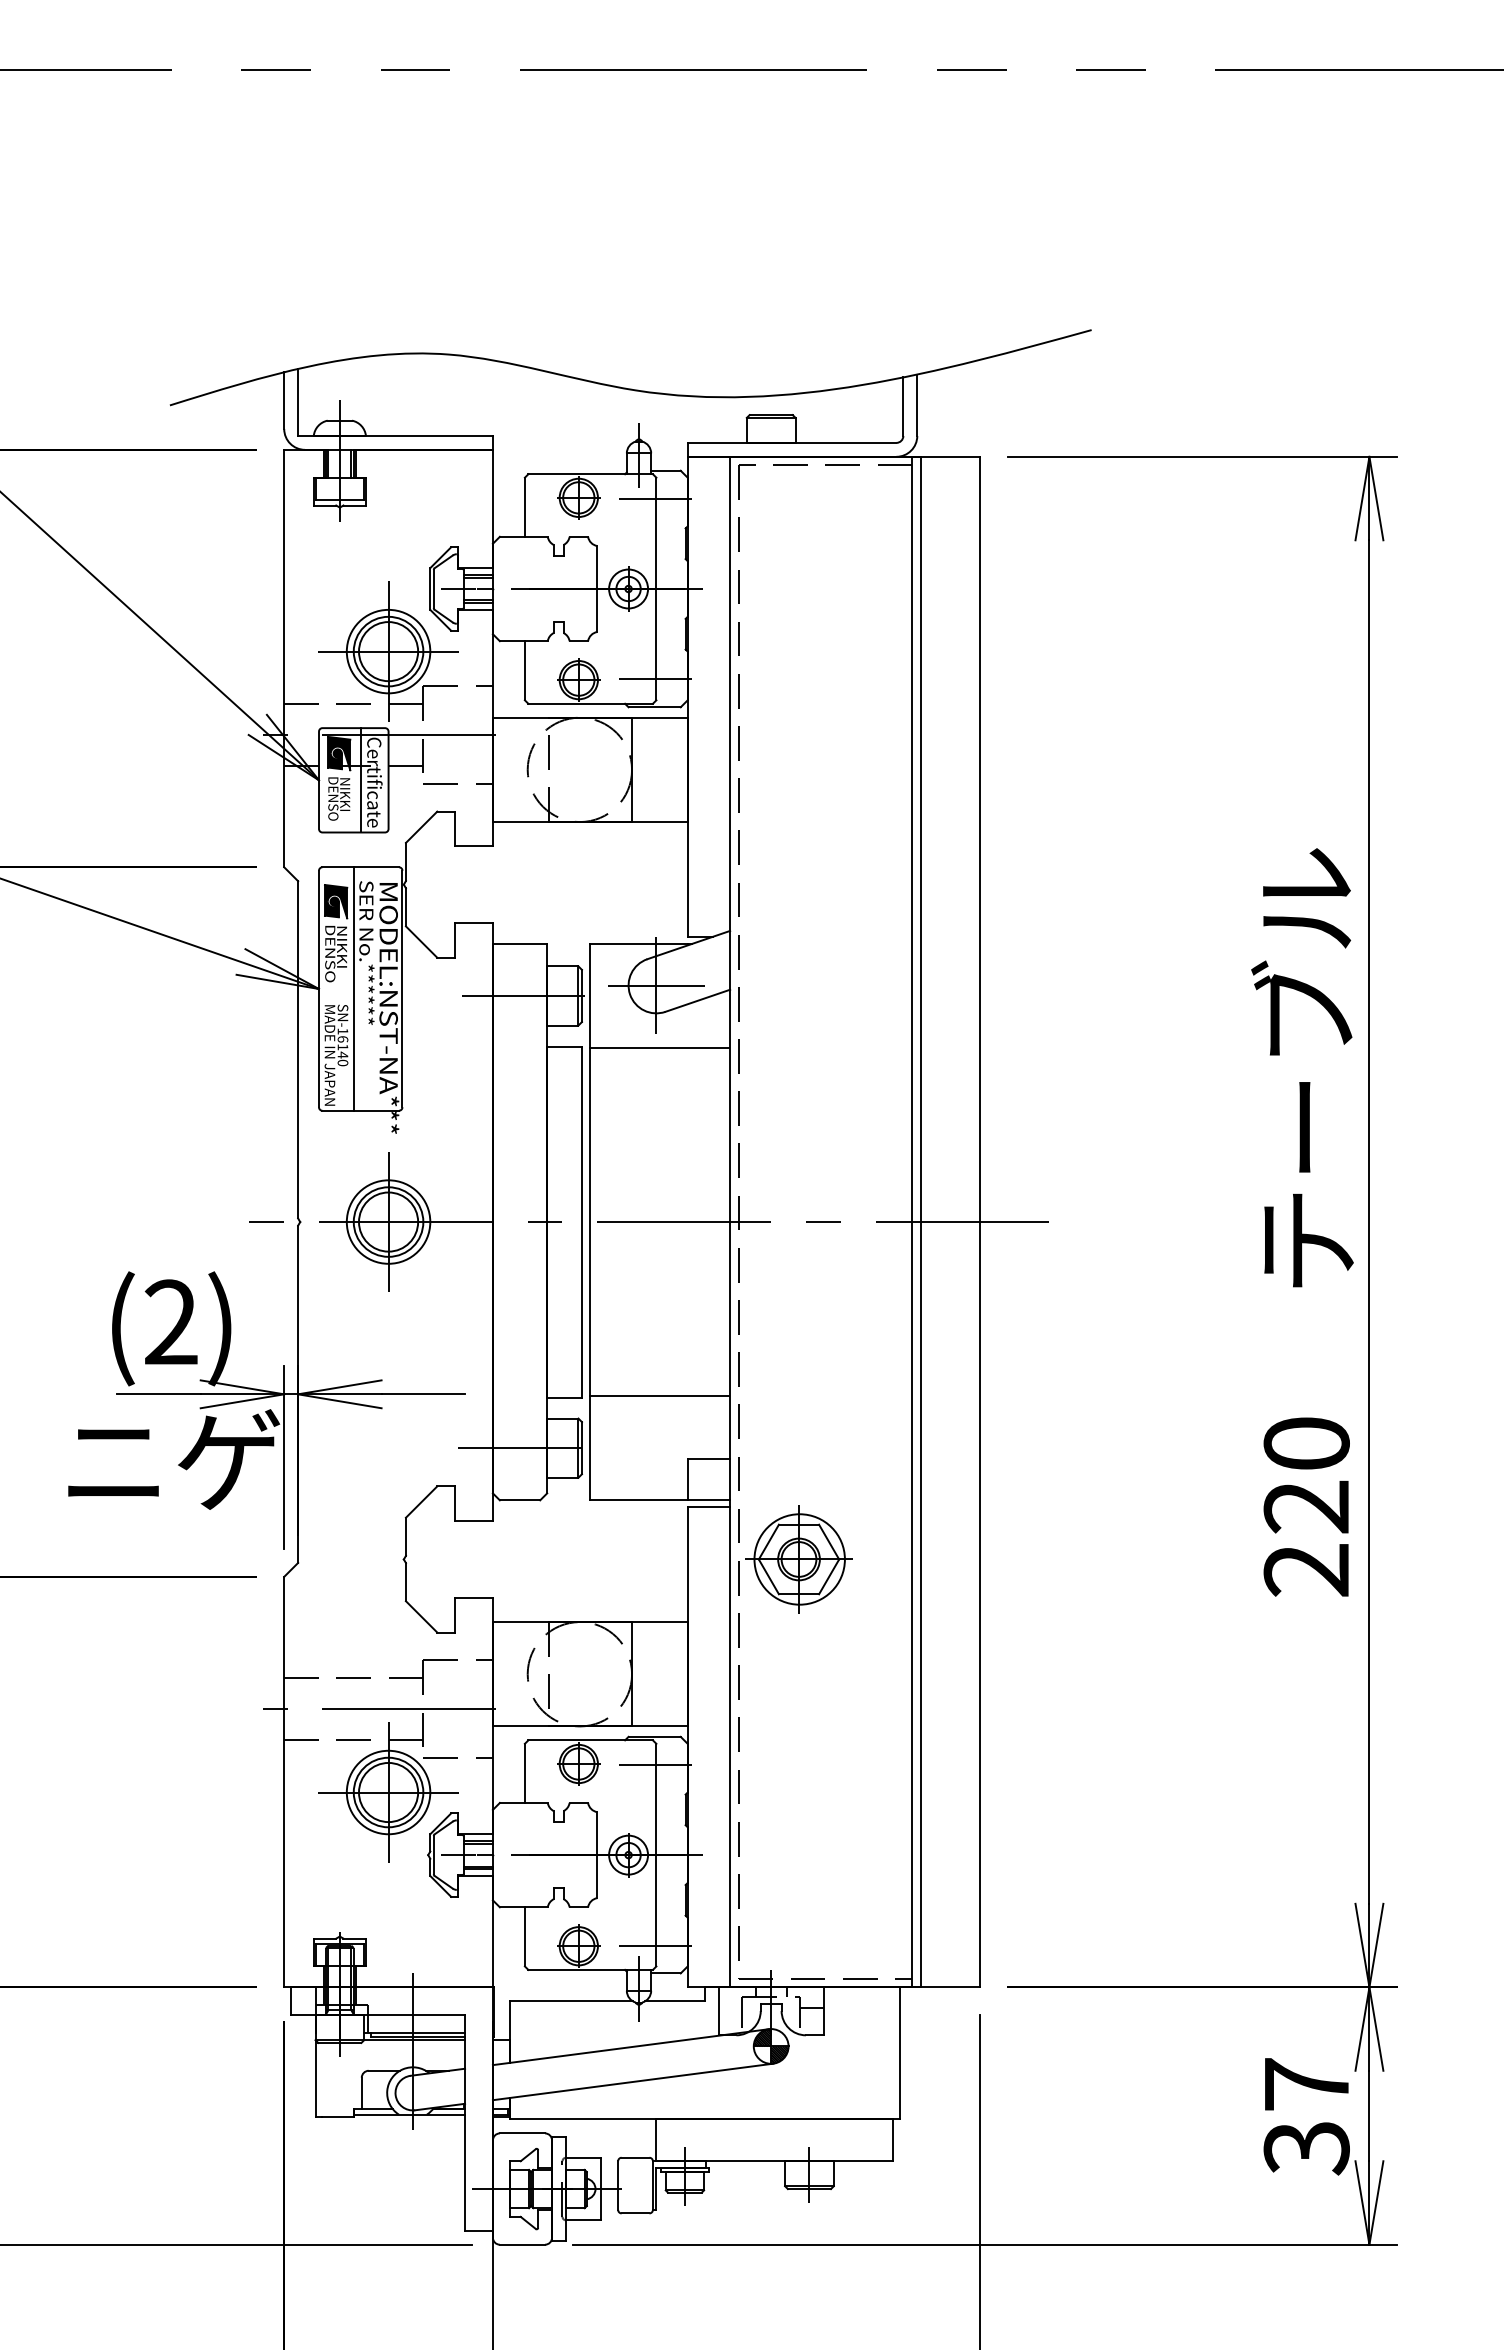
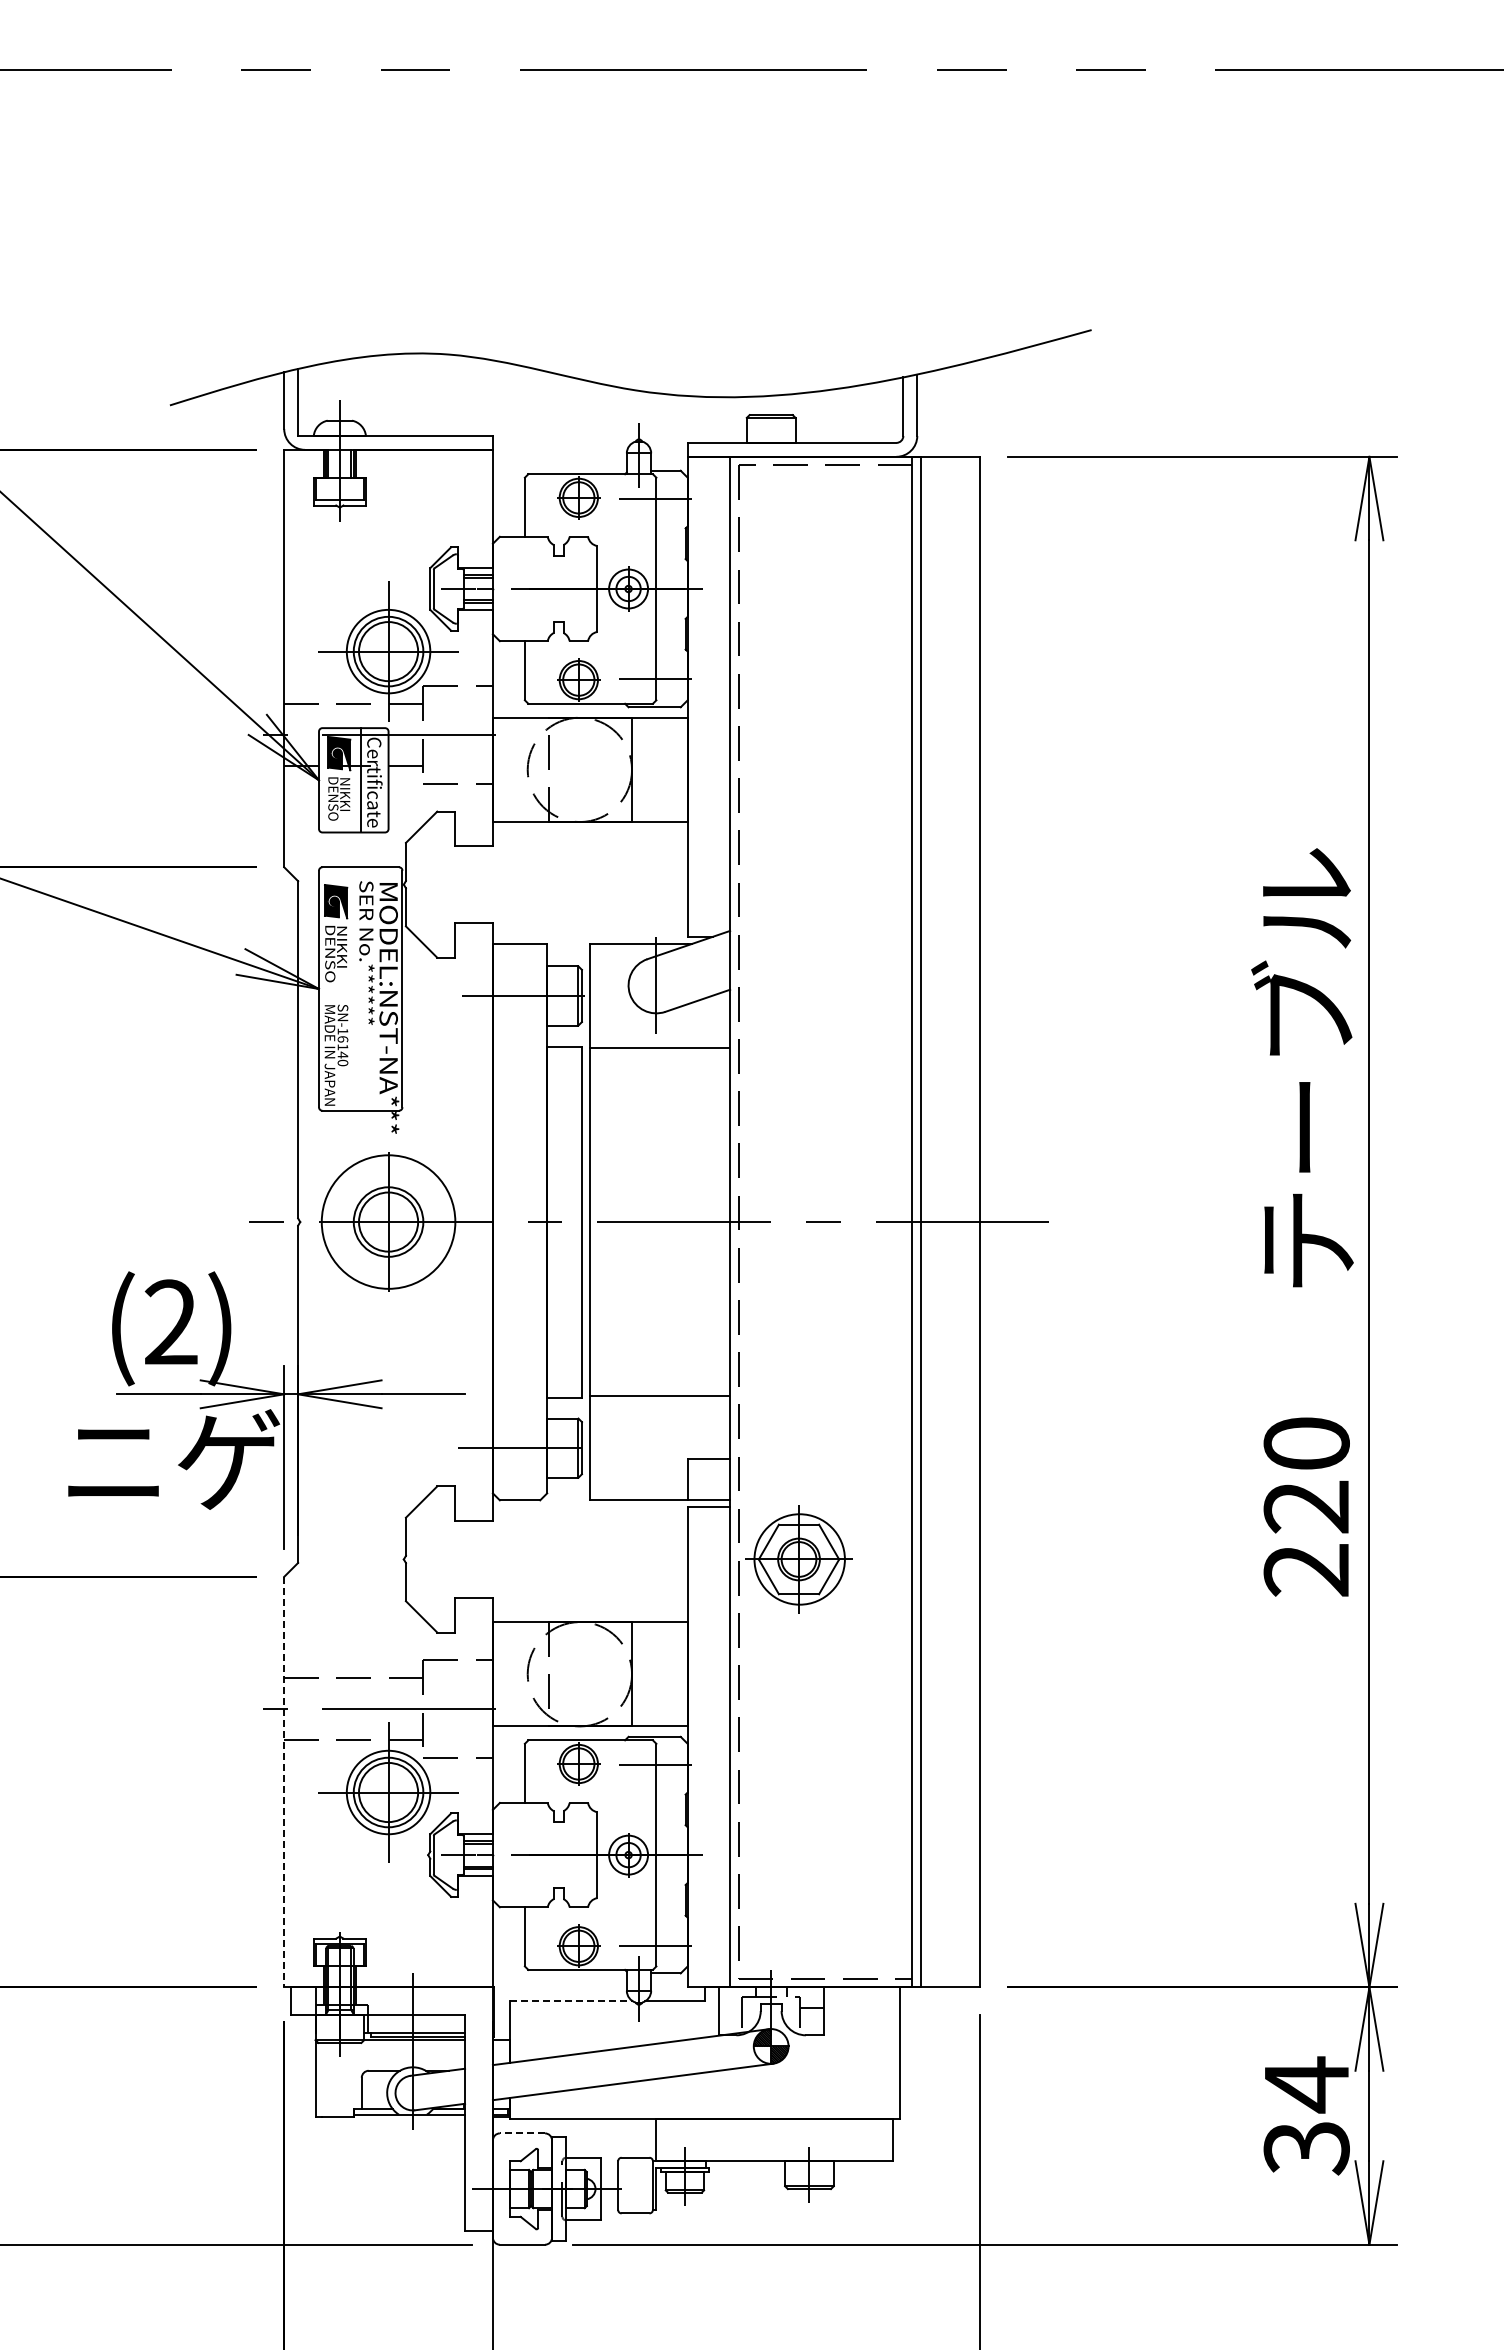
line at (656, 985): present -> none
line at (353, 988): present -> none
circle at (388, 1221) diameter: 83 px -> 134 px
line at (284, 1782): solid -> dashed
line at (572, 2001): solid -> dashed
text at (1306, 2084): 37 -> 34
line at (522, 2133): solid -> dashed
